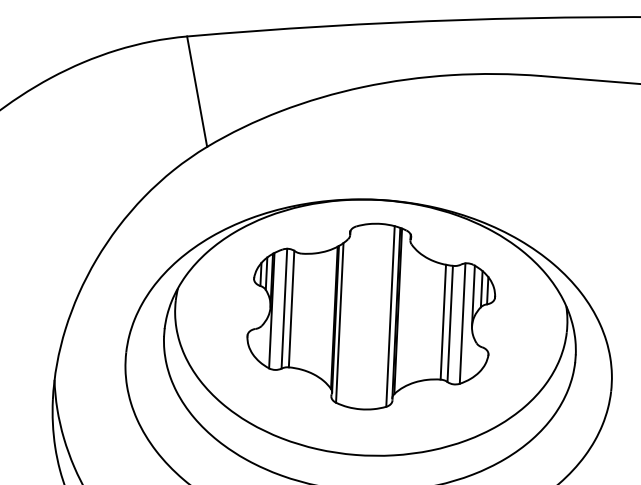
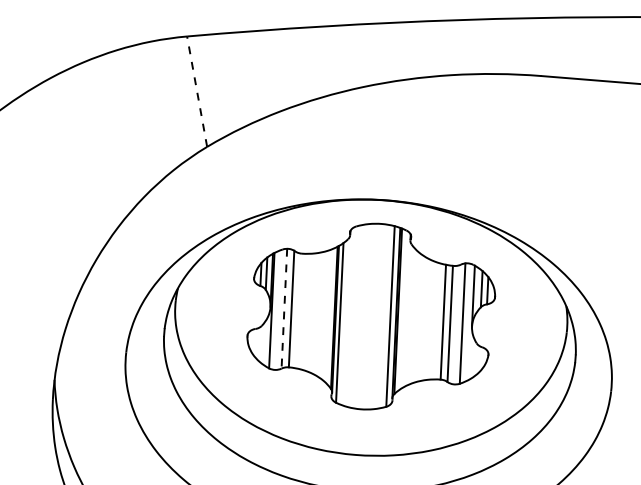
line at (197, 91): solid -> dashed
line at (284, 308): solid -> dashed
